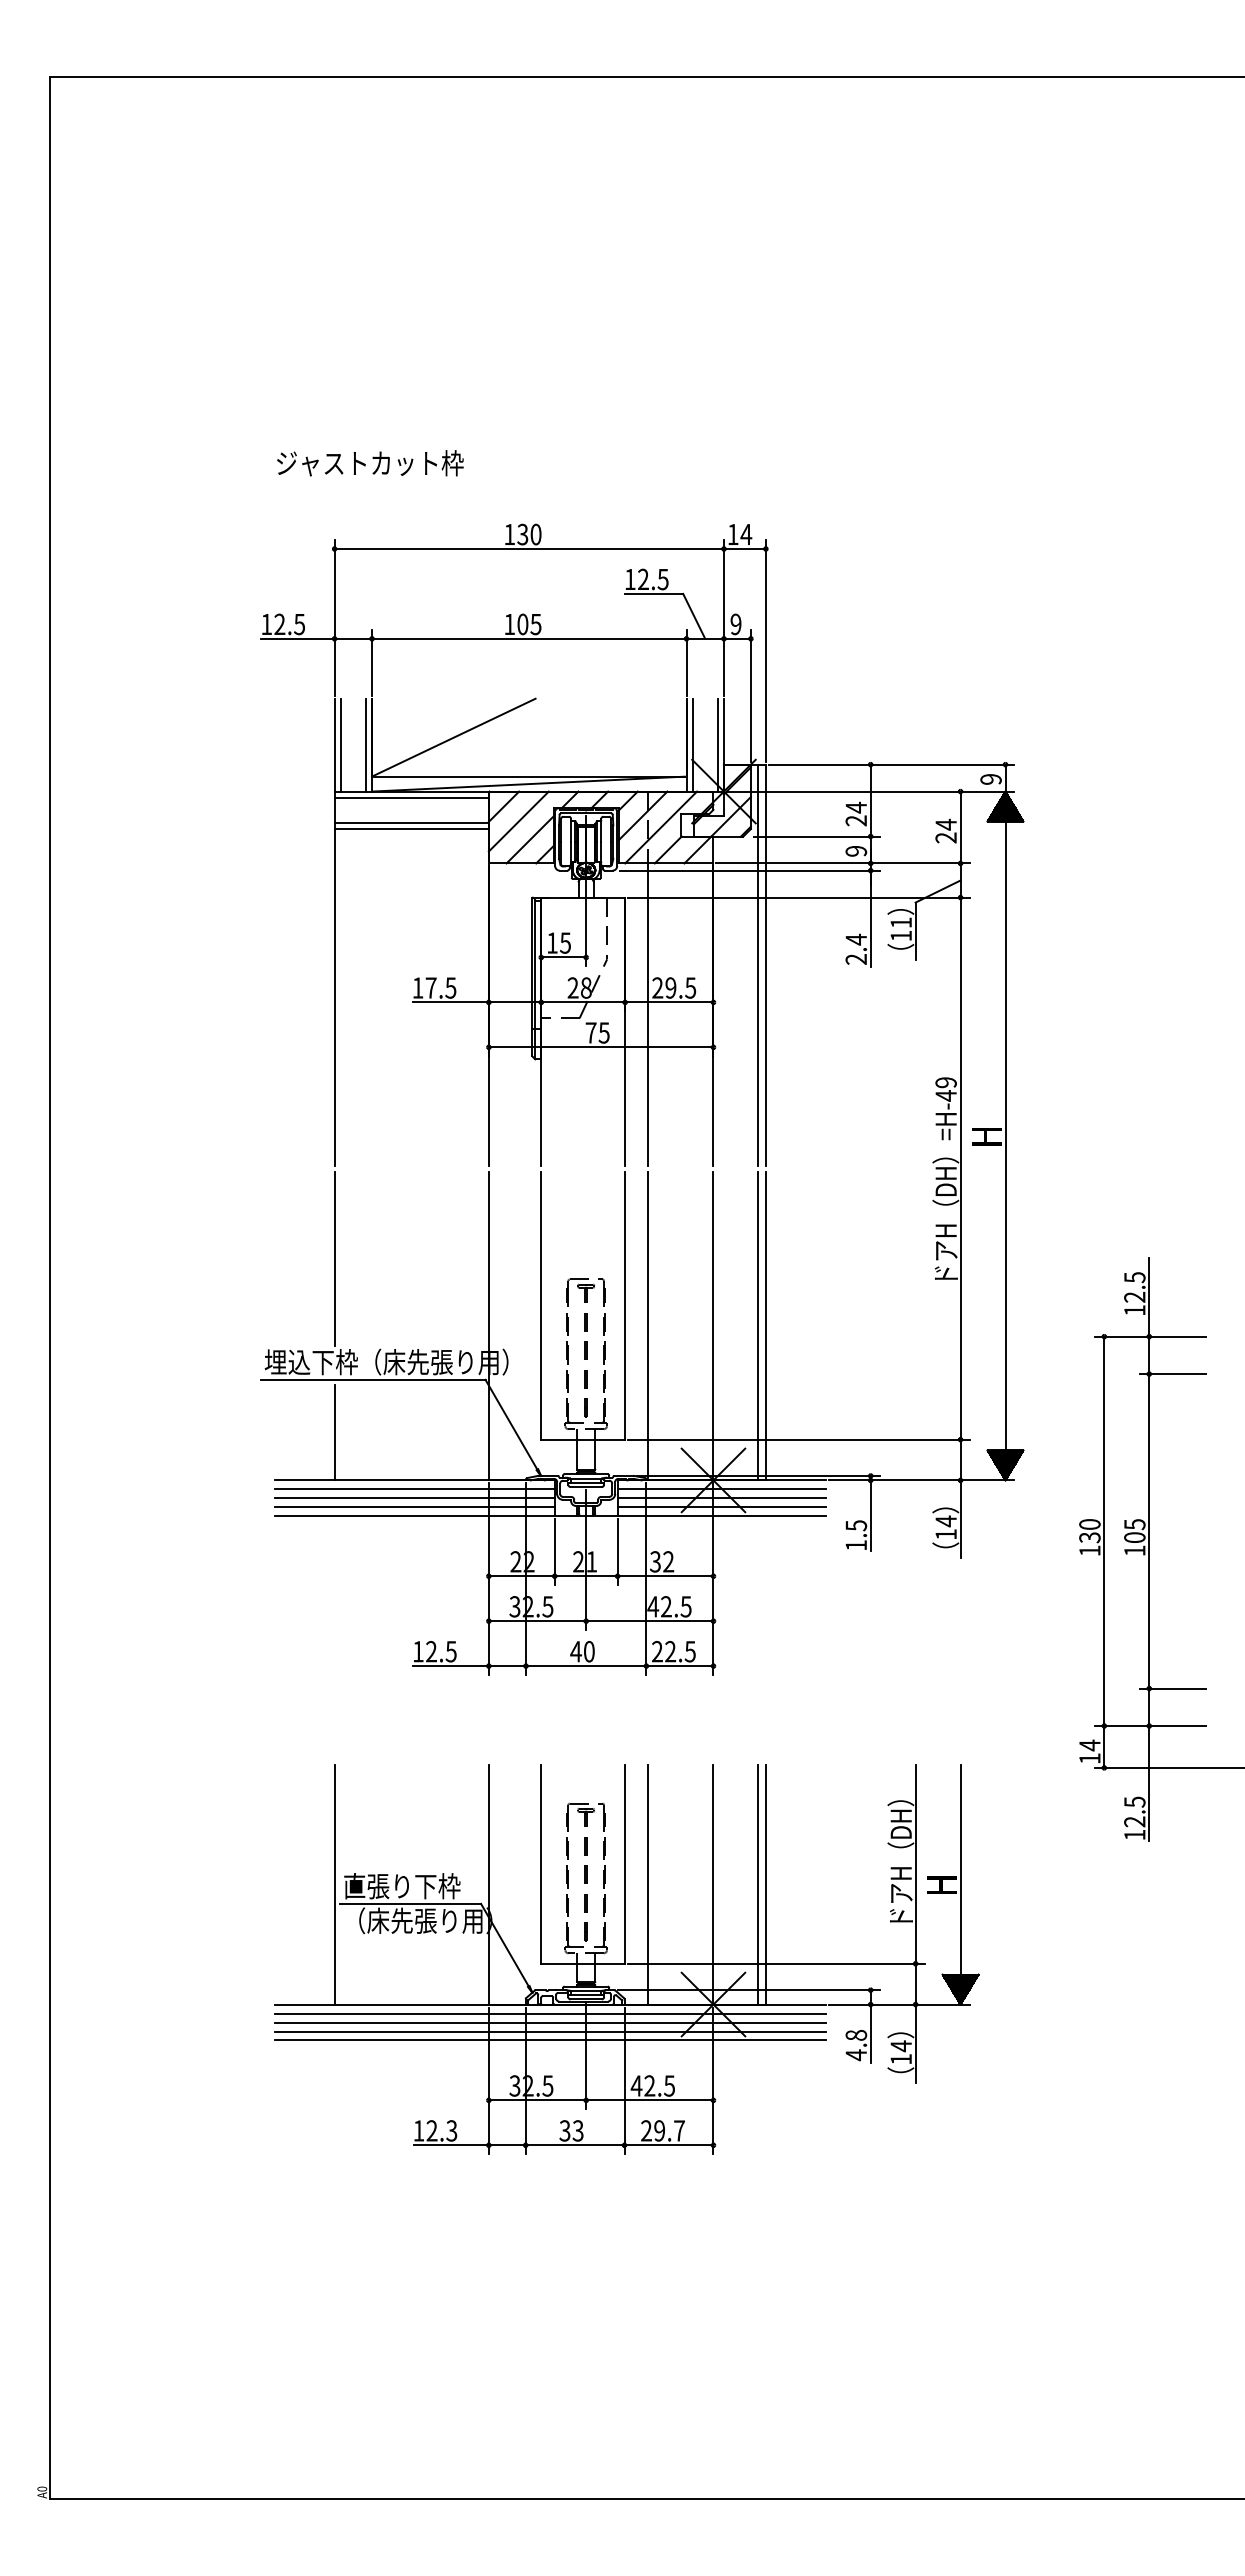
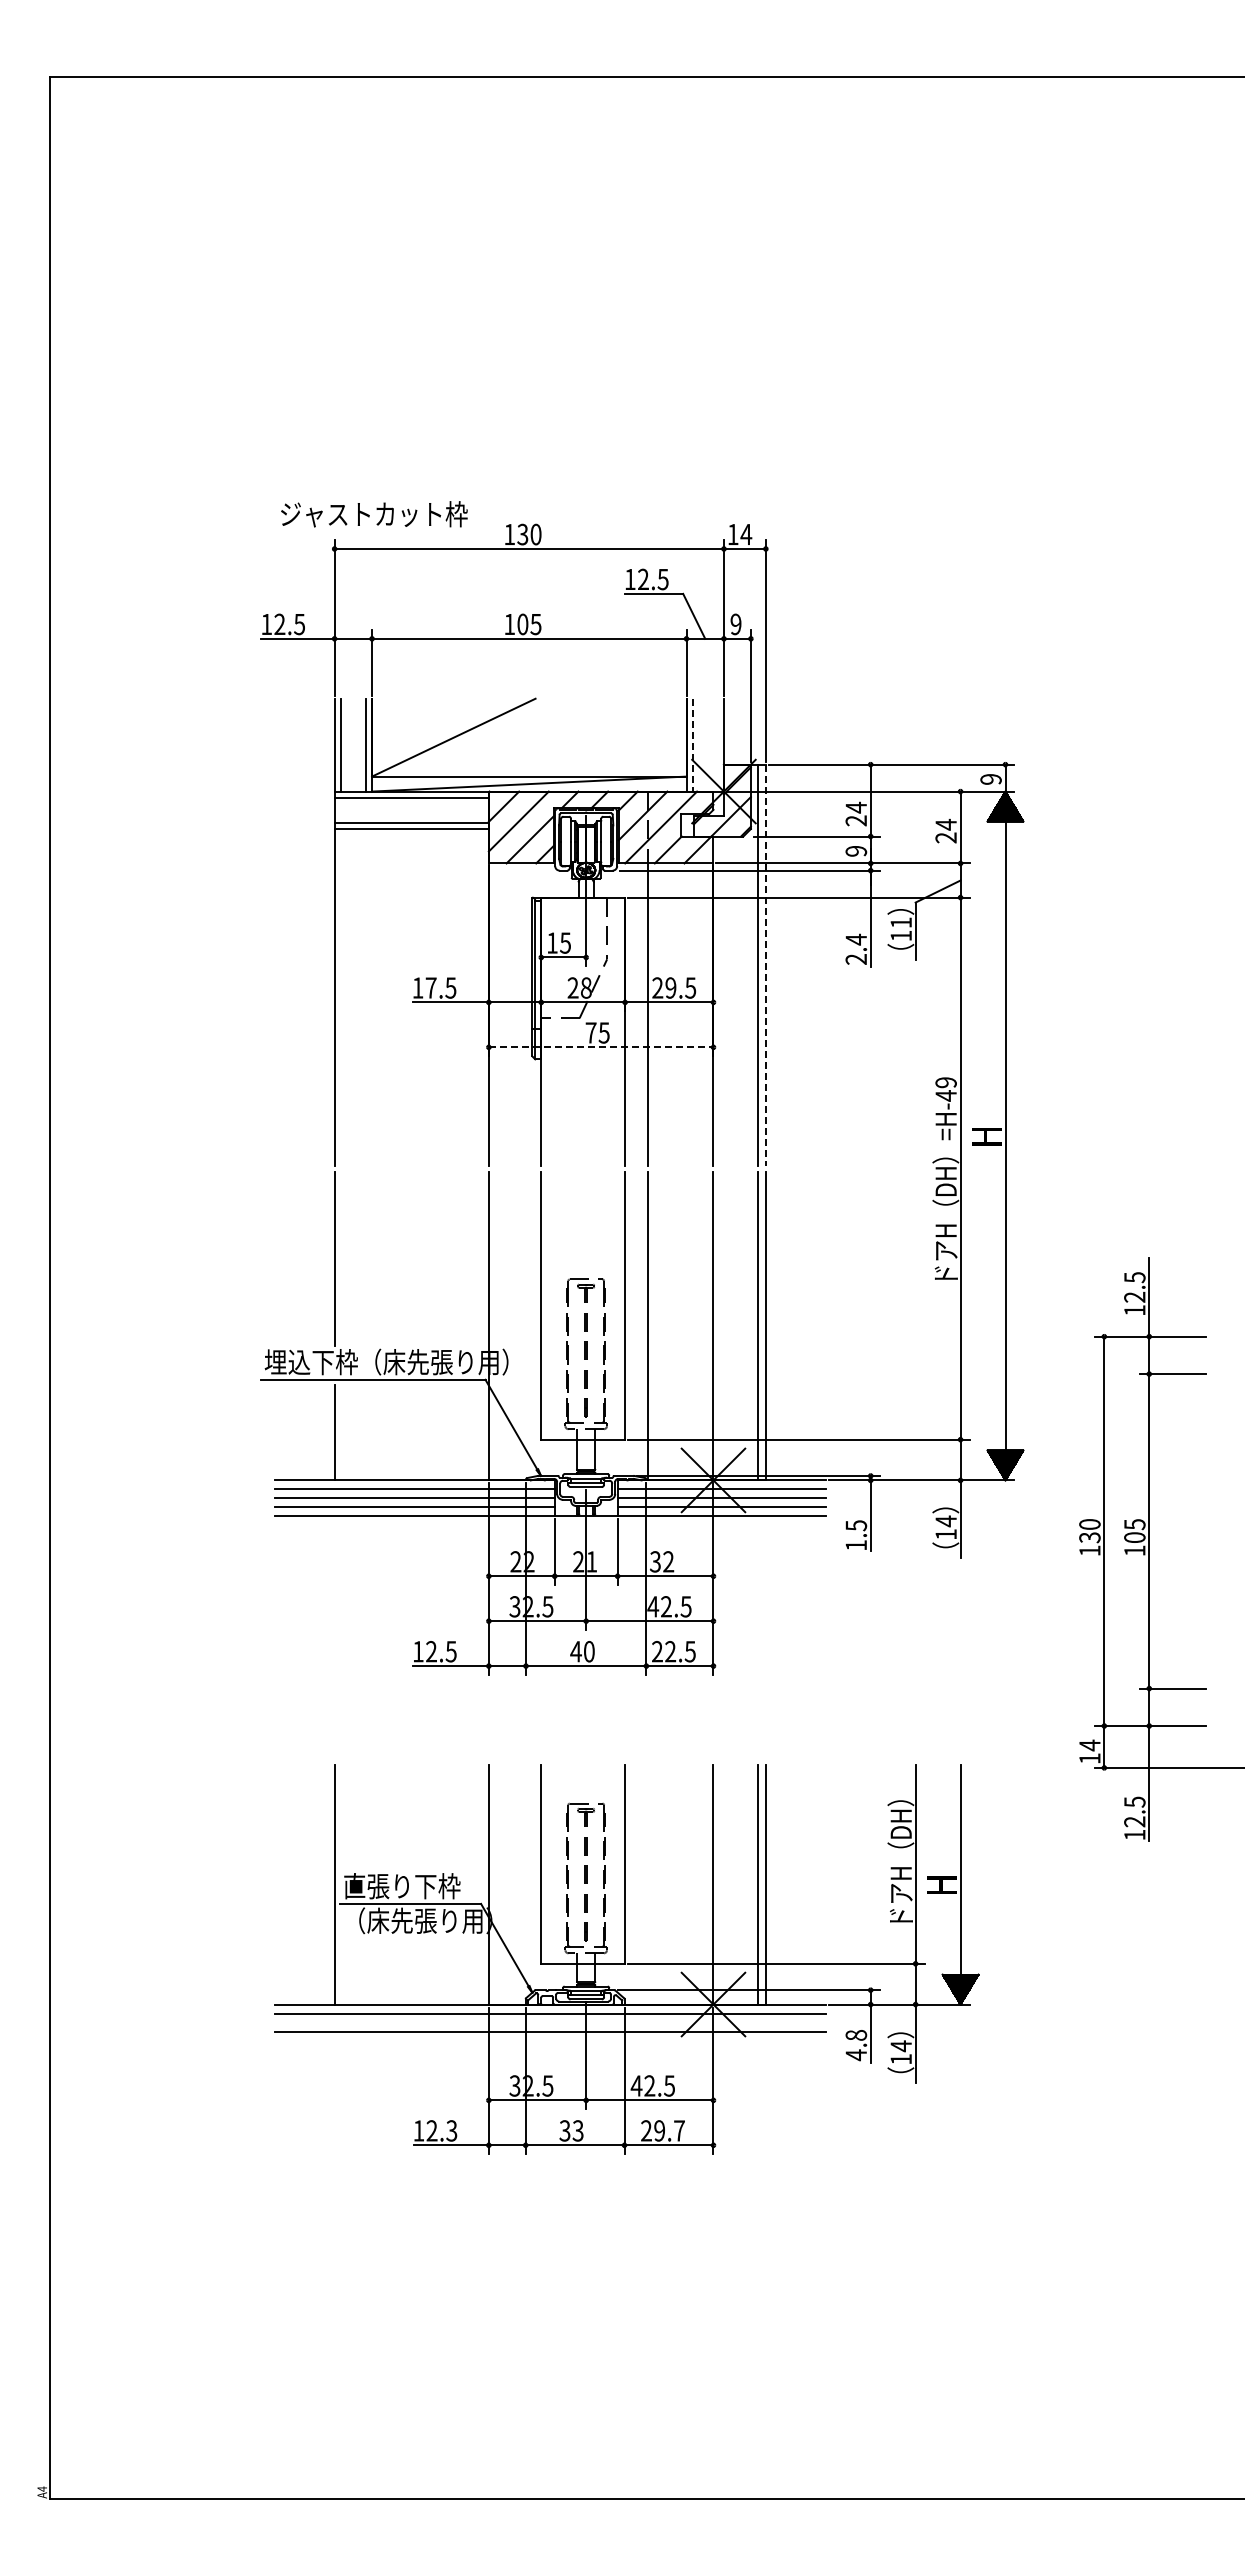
text at (370, 463) position: (370, 463) -> (374, 514)
line at (717, 744): present -> none
line at (692, 745): solid -> dashed
line at (765, 965): solid -> dashed
line at (601, 1047): solid -> dashed
line at (647, 1884): present -> none
line at (549, 2022): present -> none
line at (549, 2040): present -> none
text at (42, 2488): A0 -> A4
